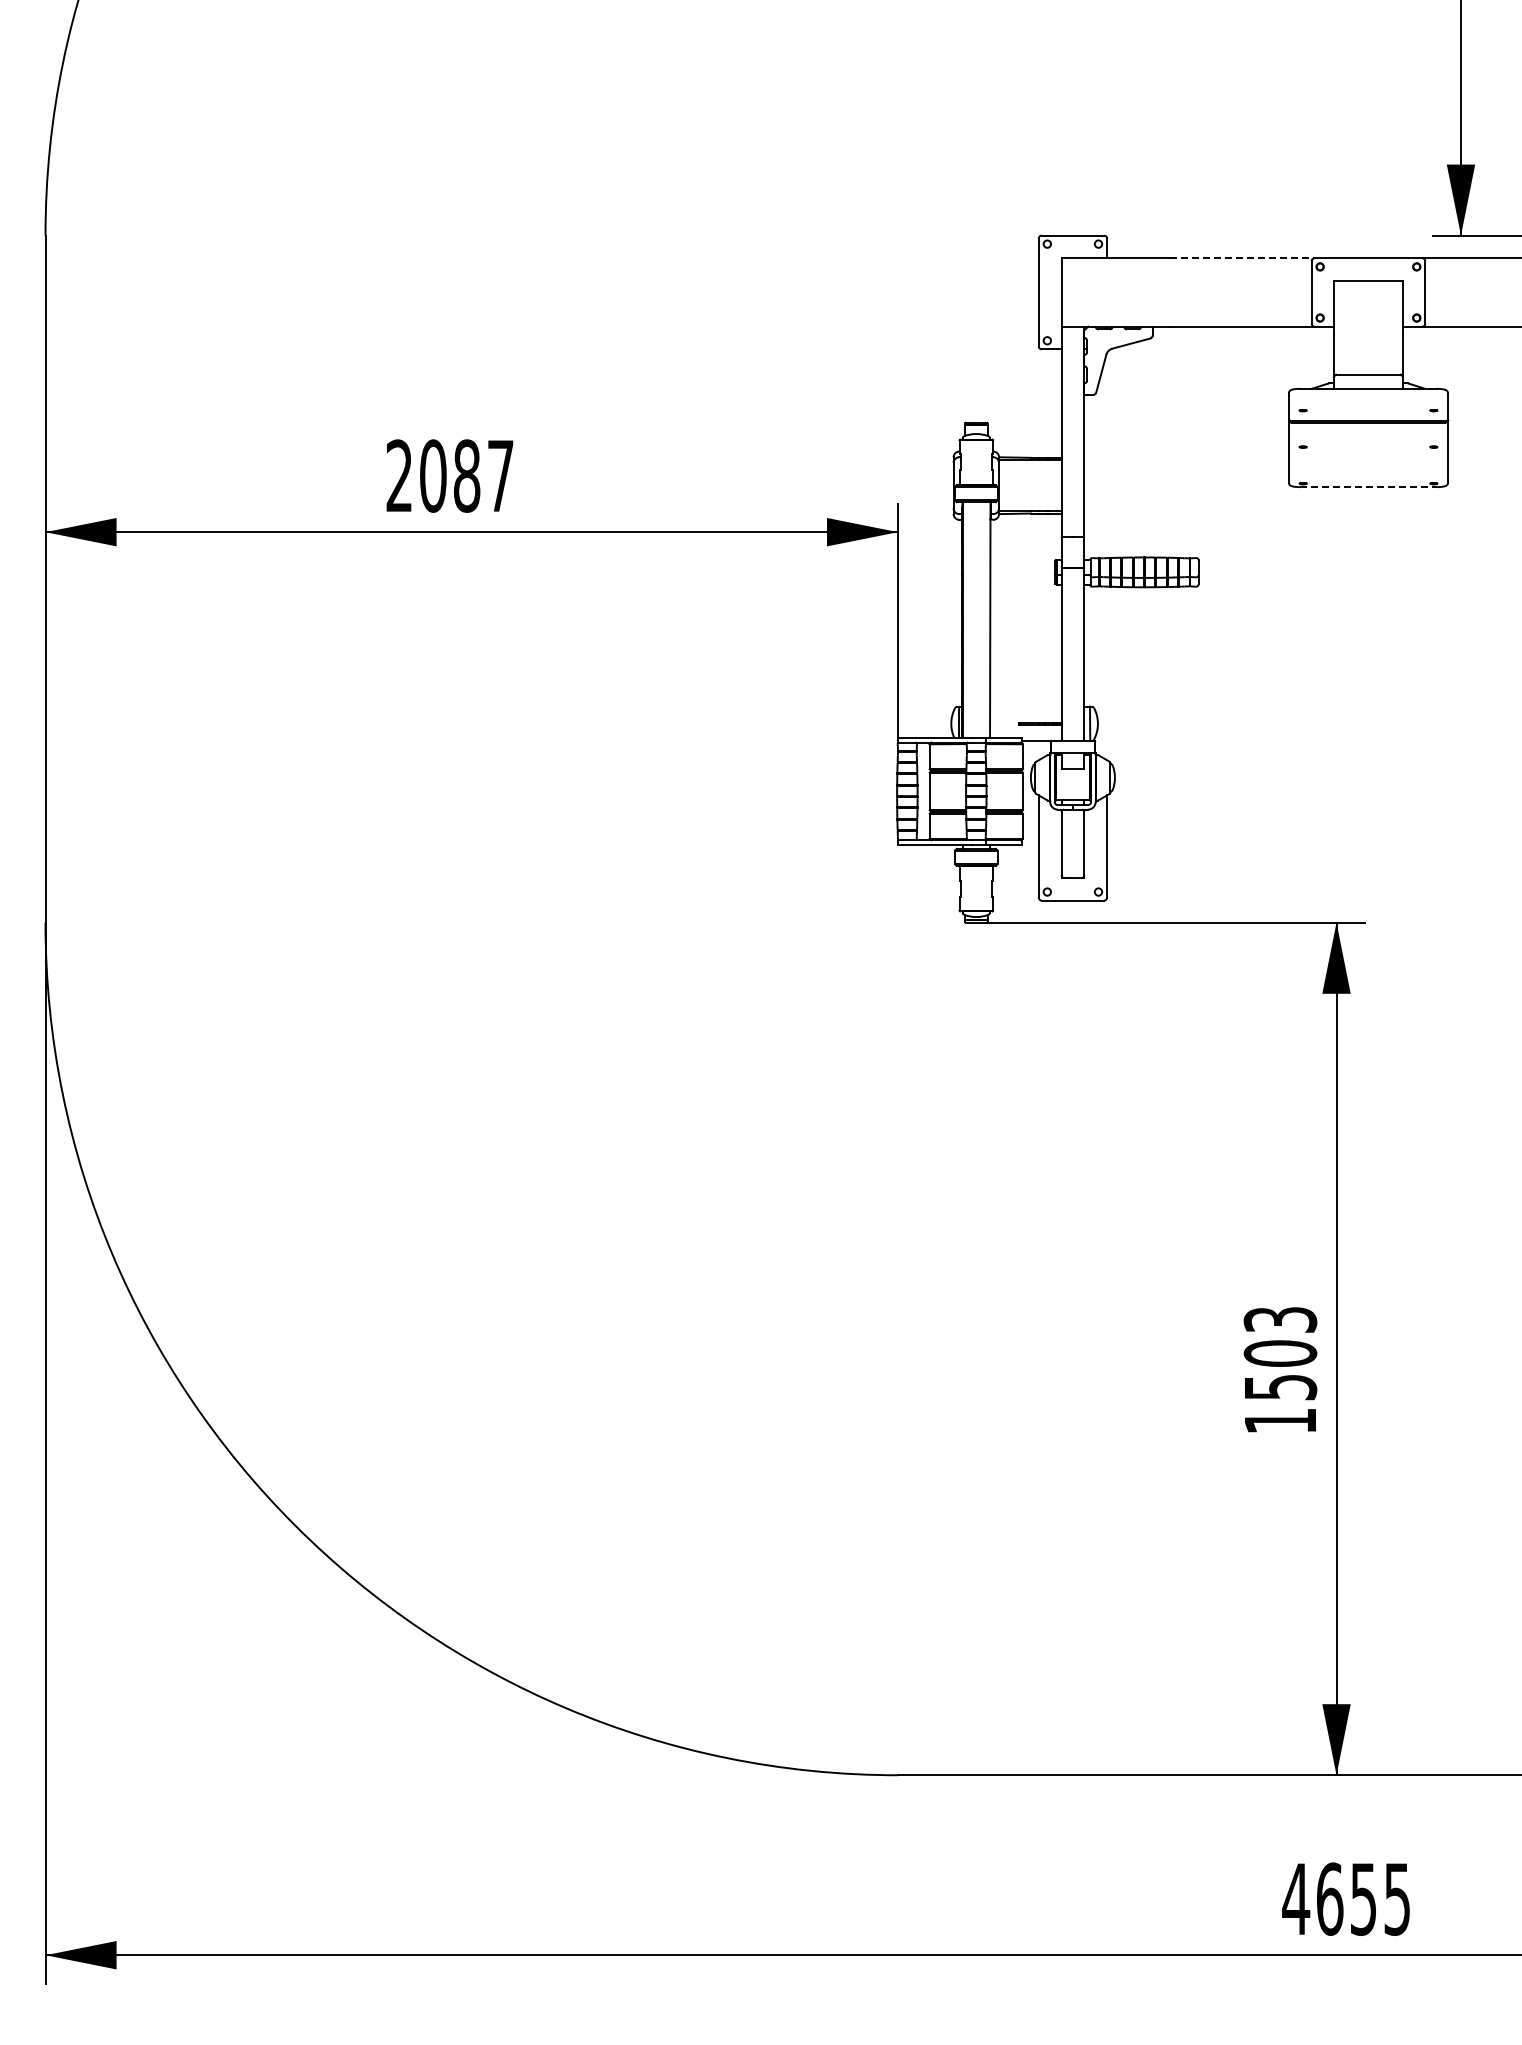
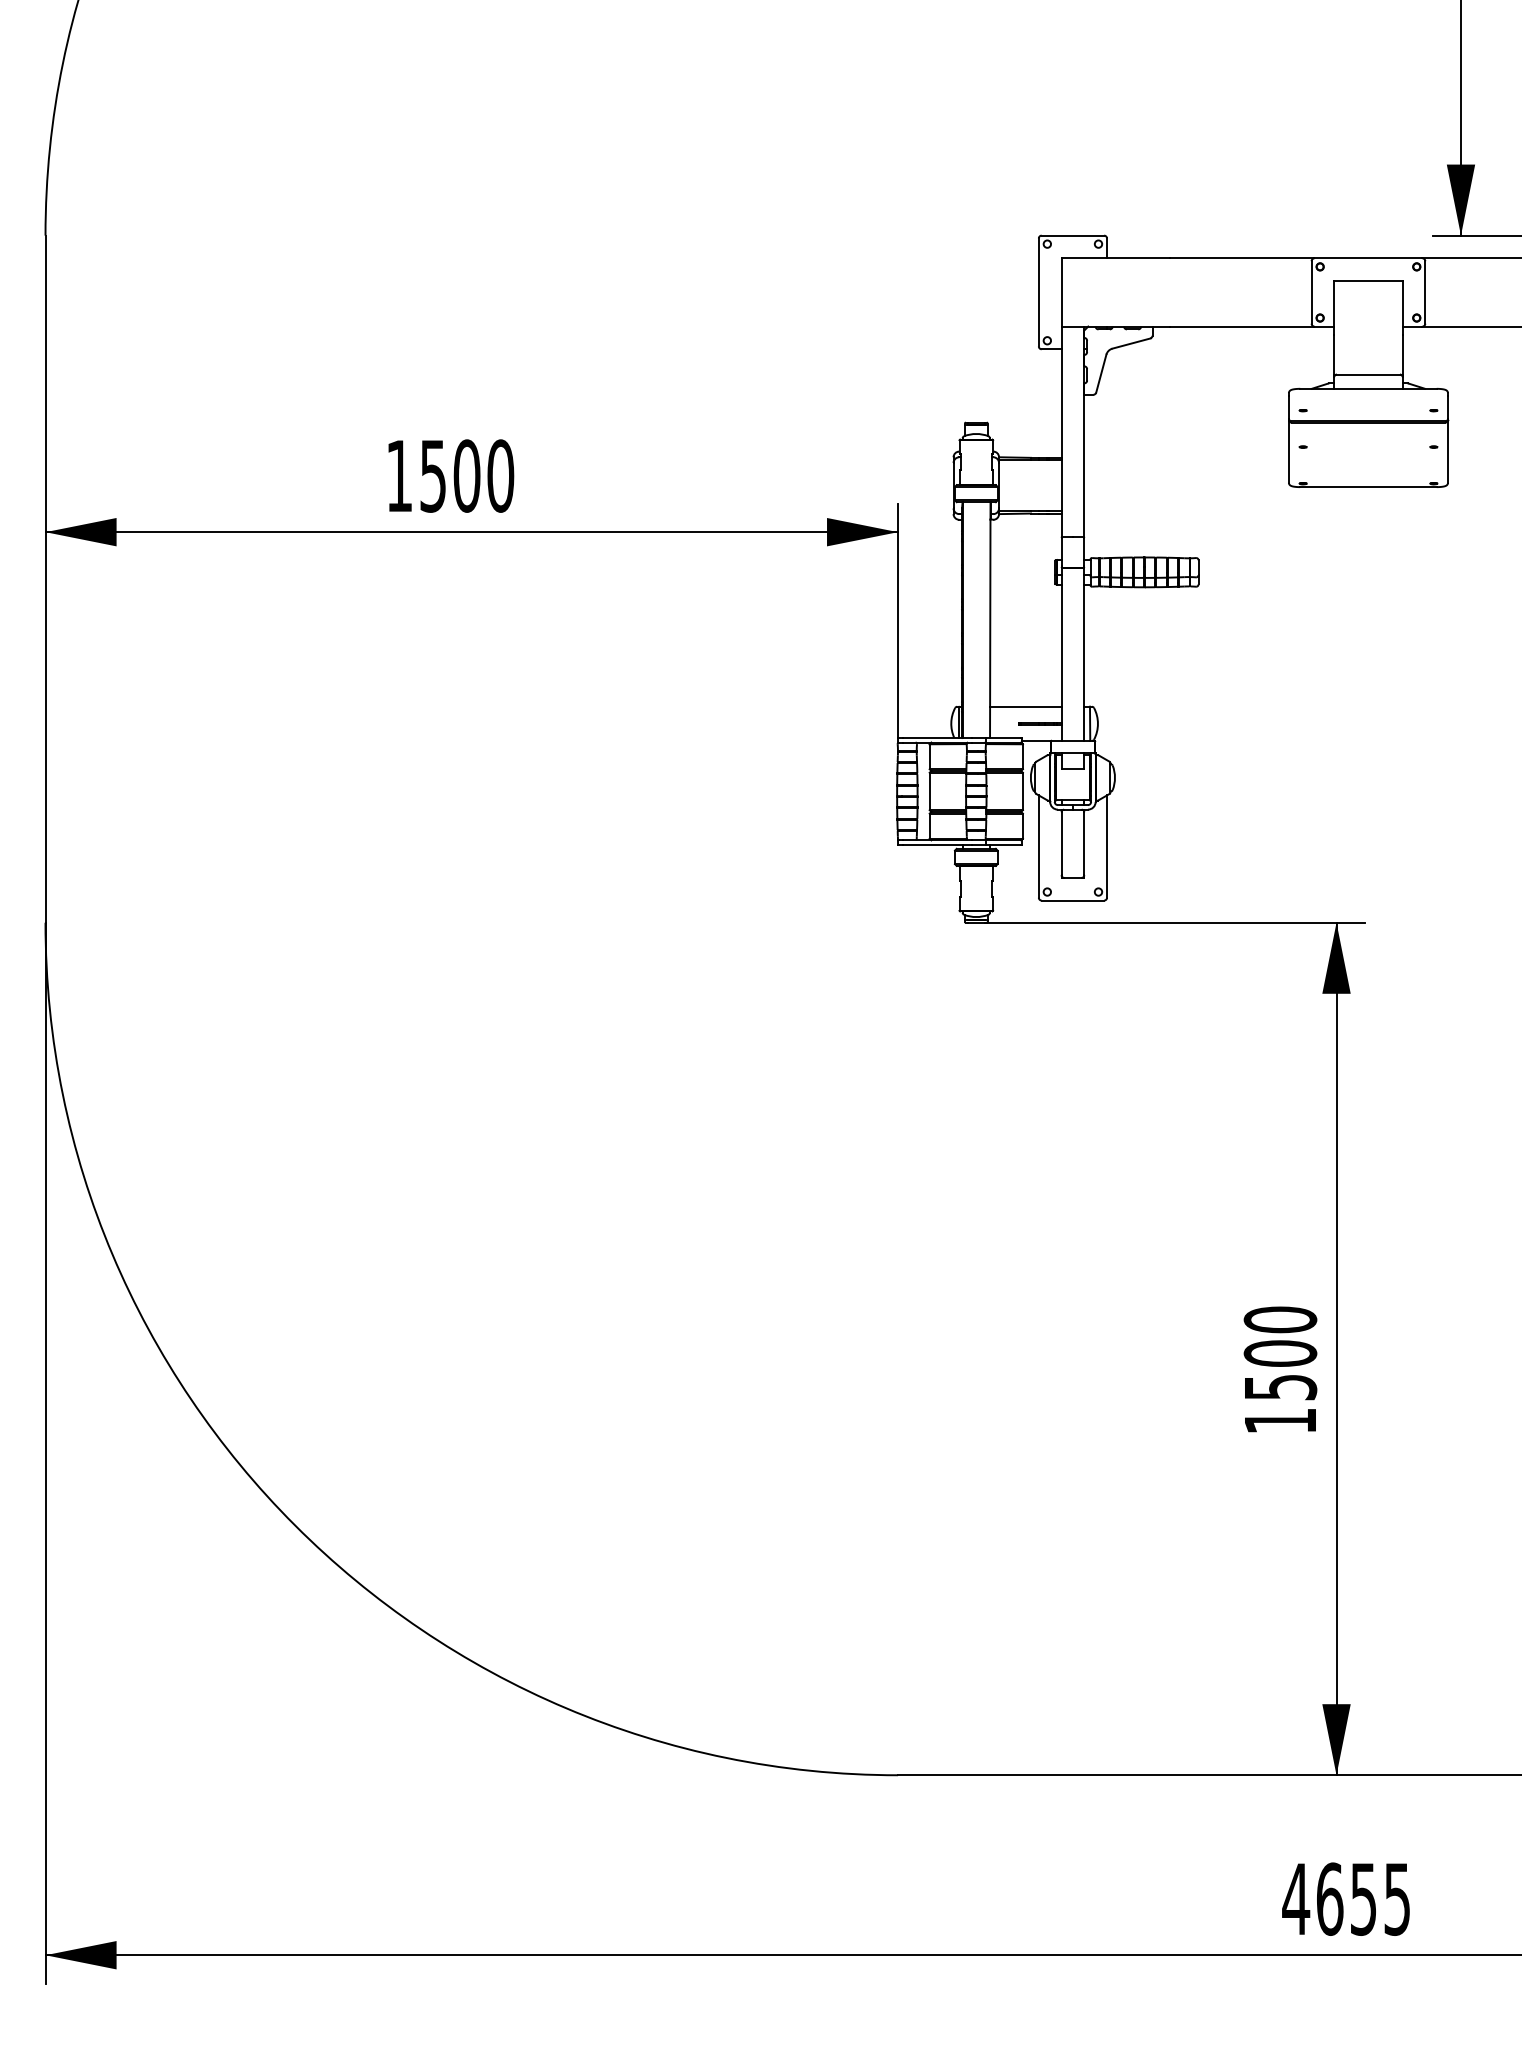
line at (1242, 258): dashed -> solid
text at (450, 475): 2087 -> 1500
line at (1368, 487): dashed -> solid
line at (1025, 706): none -> present
text at (1280, 1319): 1503 -> 1500
